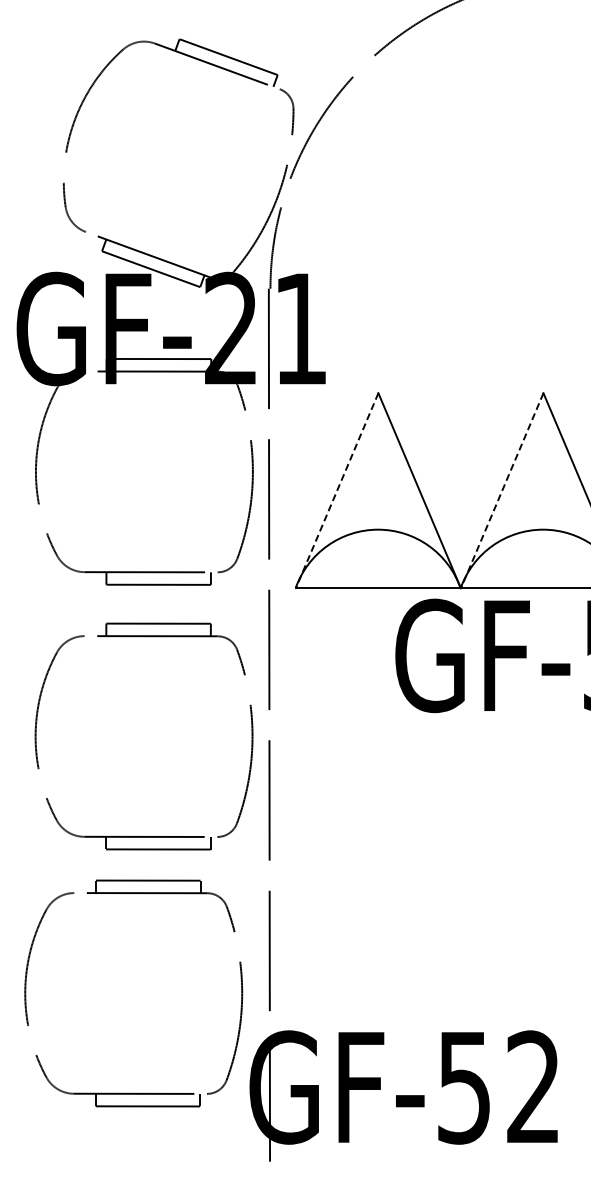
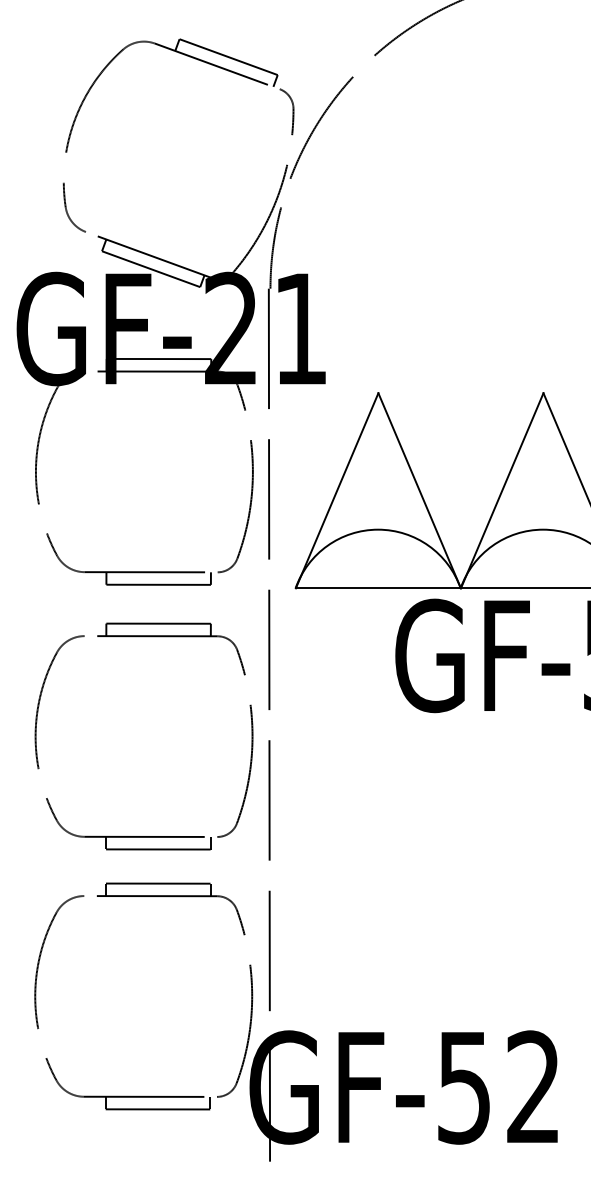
line at (337, 490): dashed -> solid
line at (502, 490): dashed -> solid
part at (133, 1092) position: (133, 1092) -> (143, 1095)
